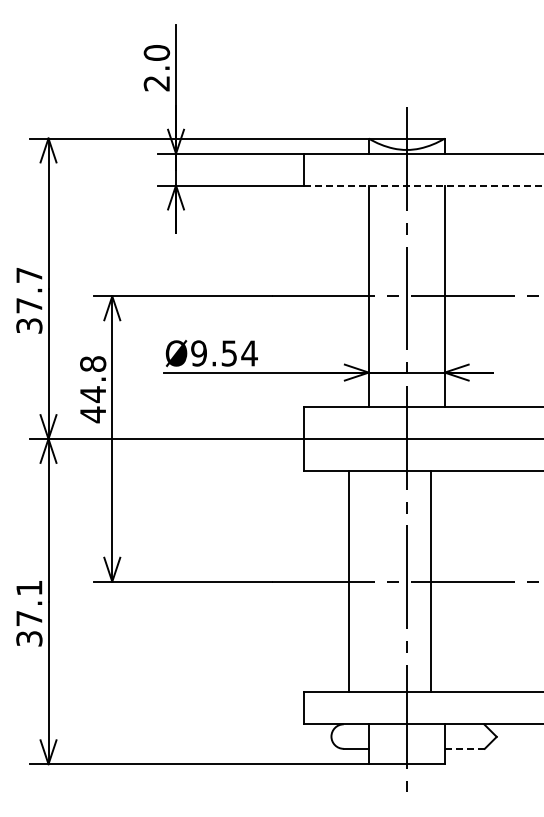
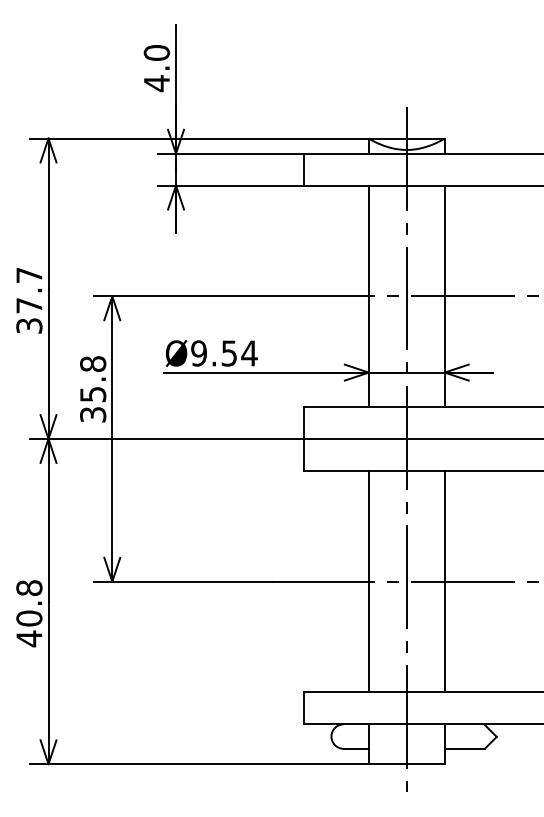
text at (156, 83): 2.0 -> 4.0
line at (423, 185): dashed -> solid
text at (93, 404): 44.8 -> 35.8
line at (348, 581) position: (348, 581) -> (368, 581)
line at (430, 581) position: (430, 581) -> (444, 581)
text at (29, 613): 37.1 -> 40.8
line at (464, 748): dashed -> solid
